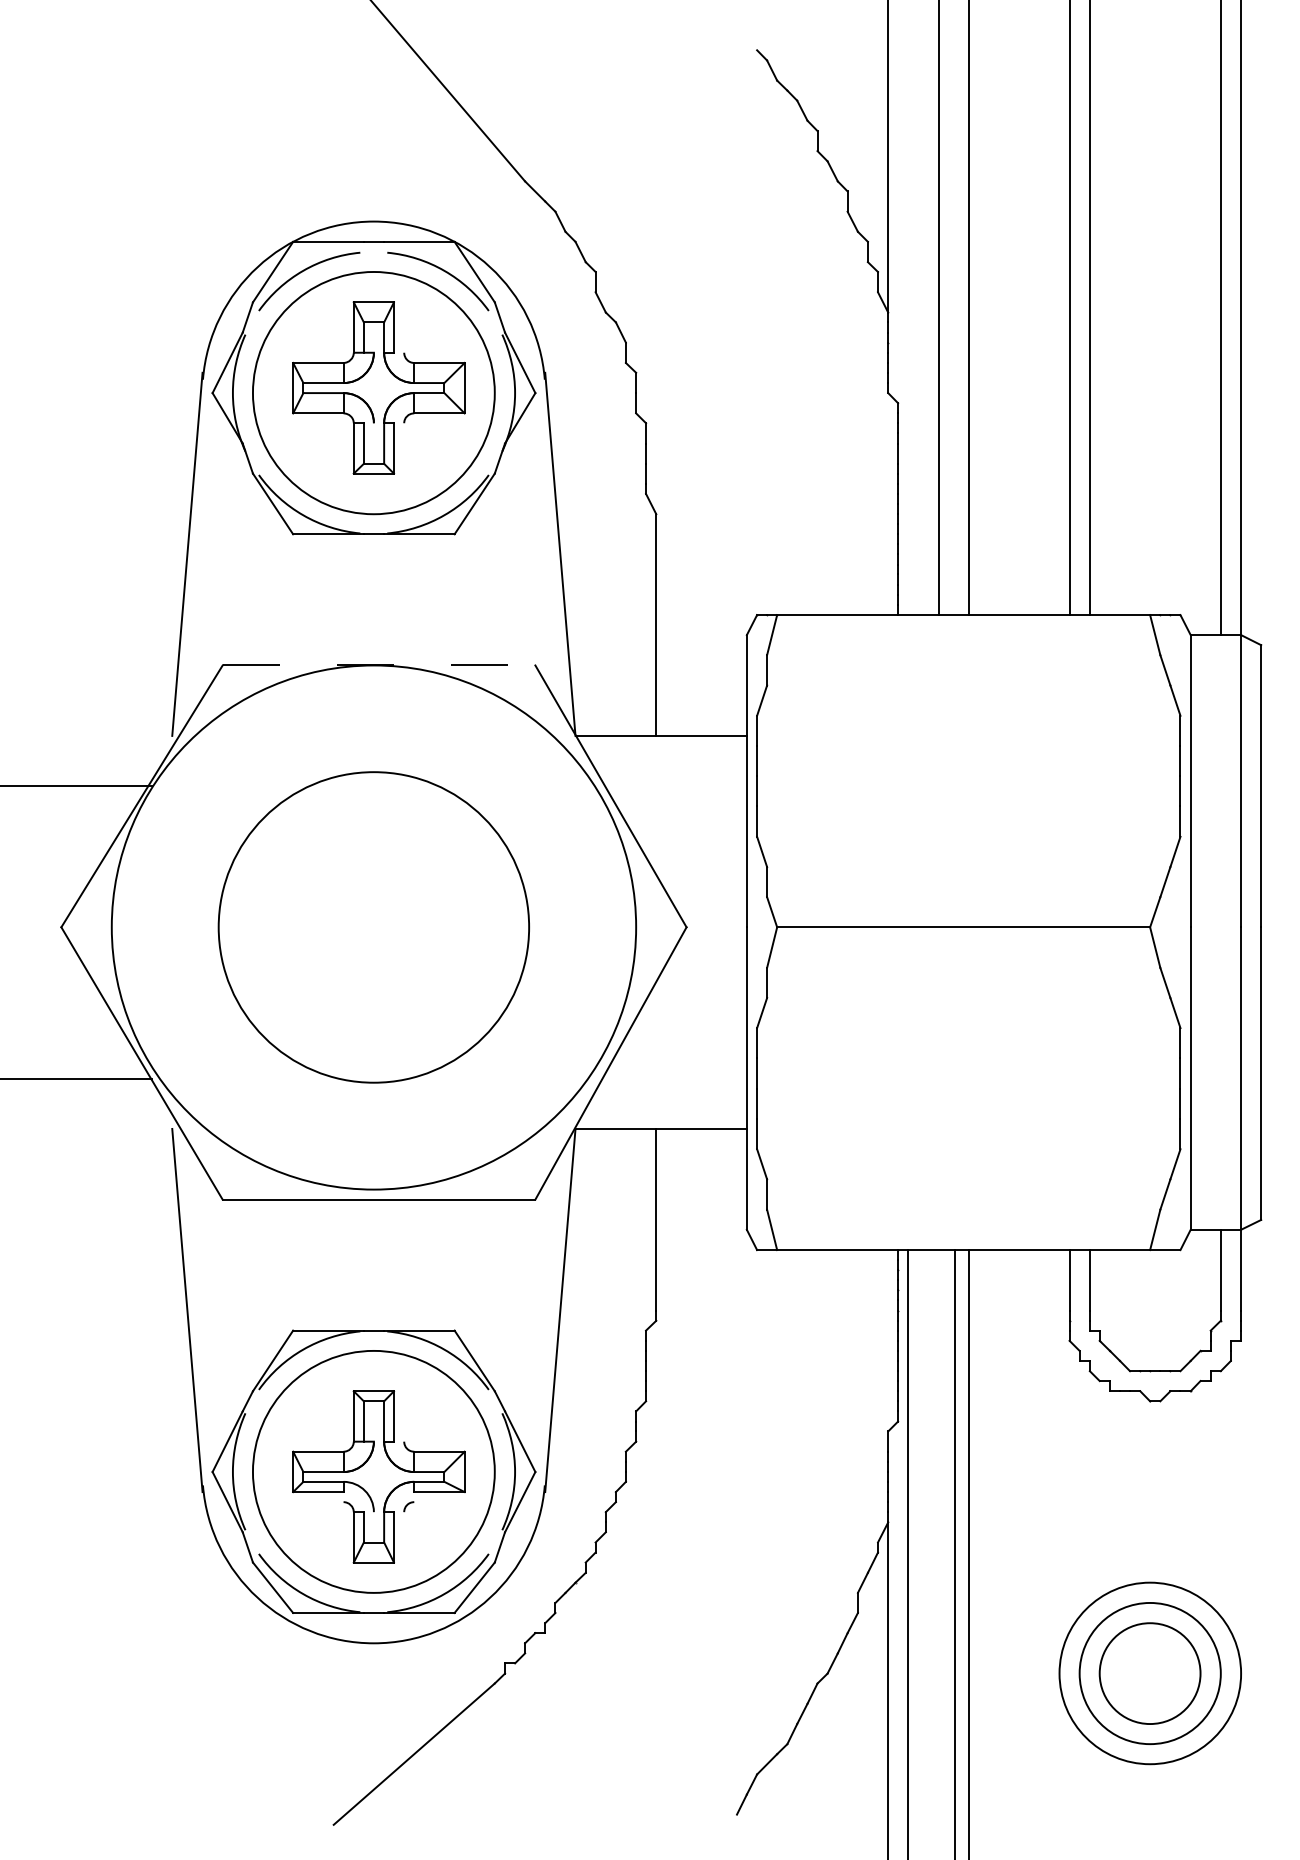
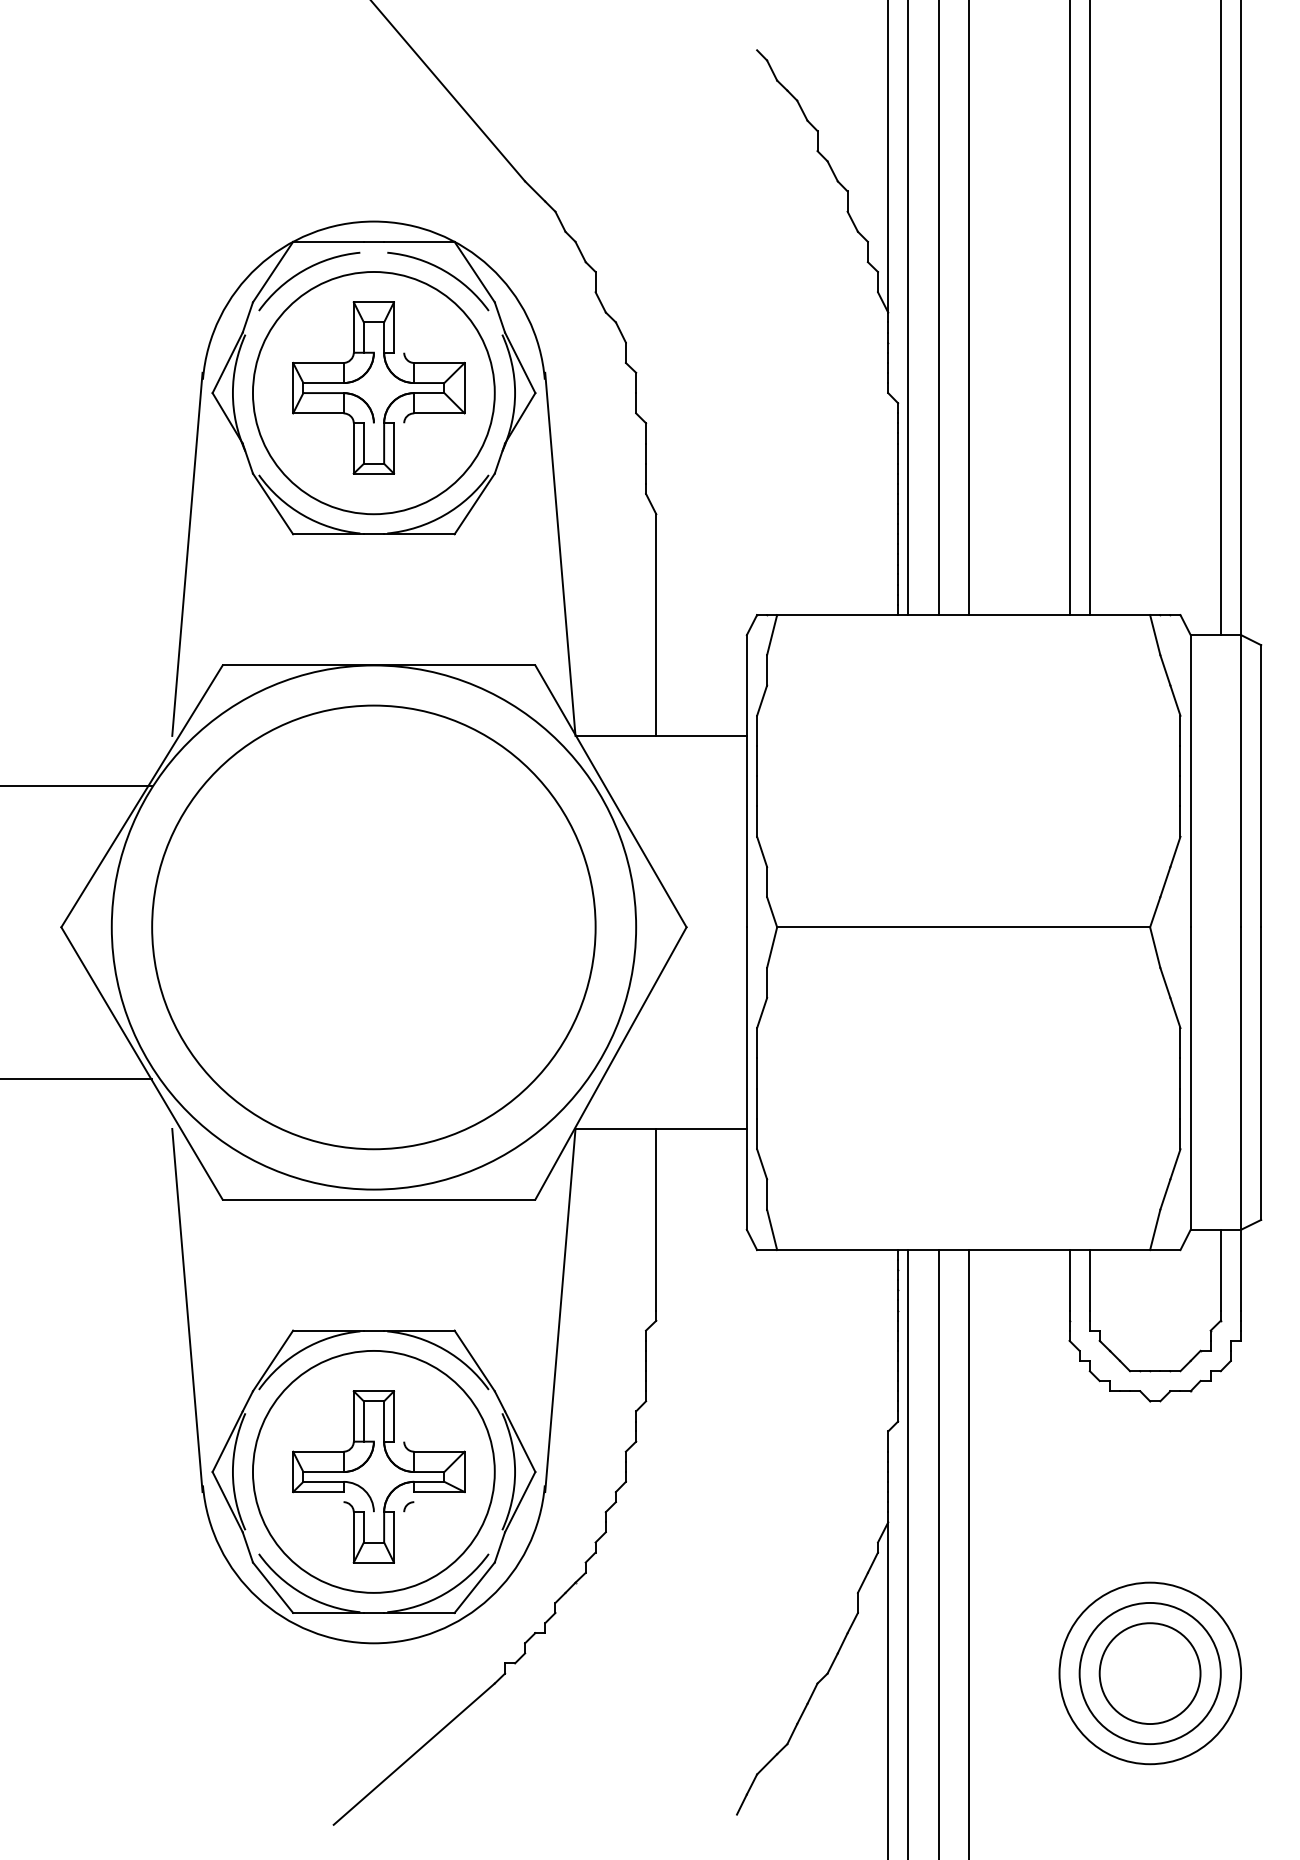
line at (908, 308): none -> present
line at (379, 665): dashed -> solid
part at (373, 927) size: 313x313 px -> 446x447 px
line at (954, 1553) position: (954, 1553) -> (938, 1553)
